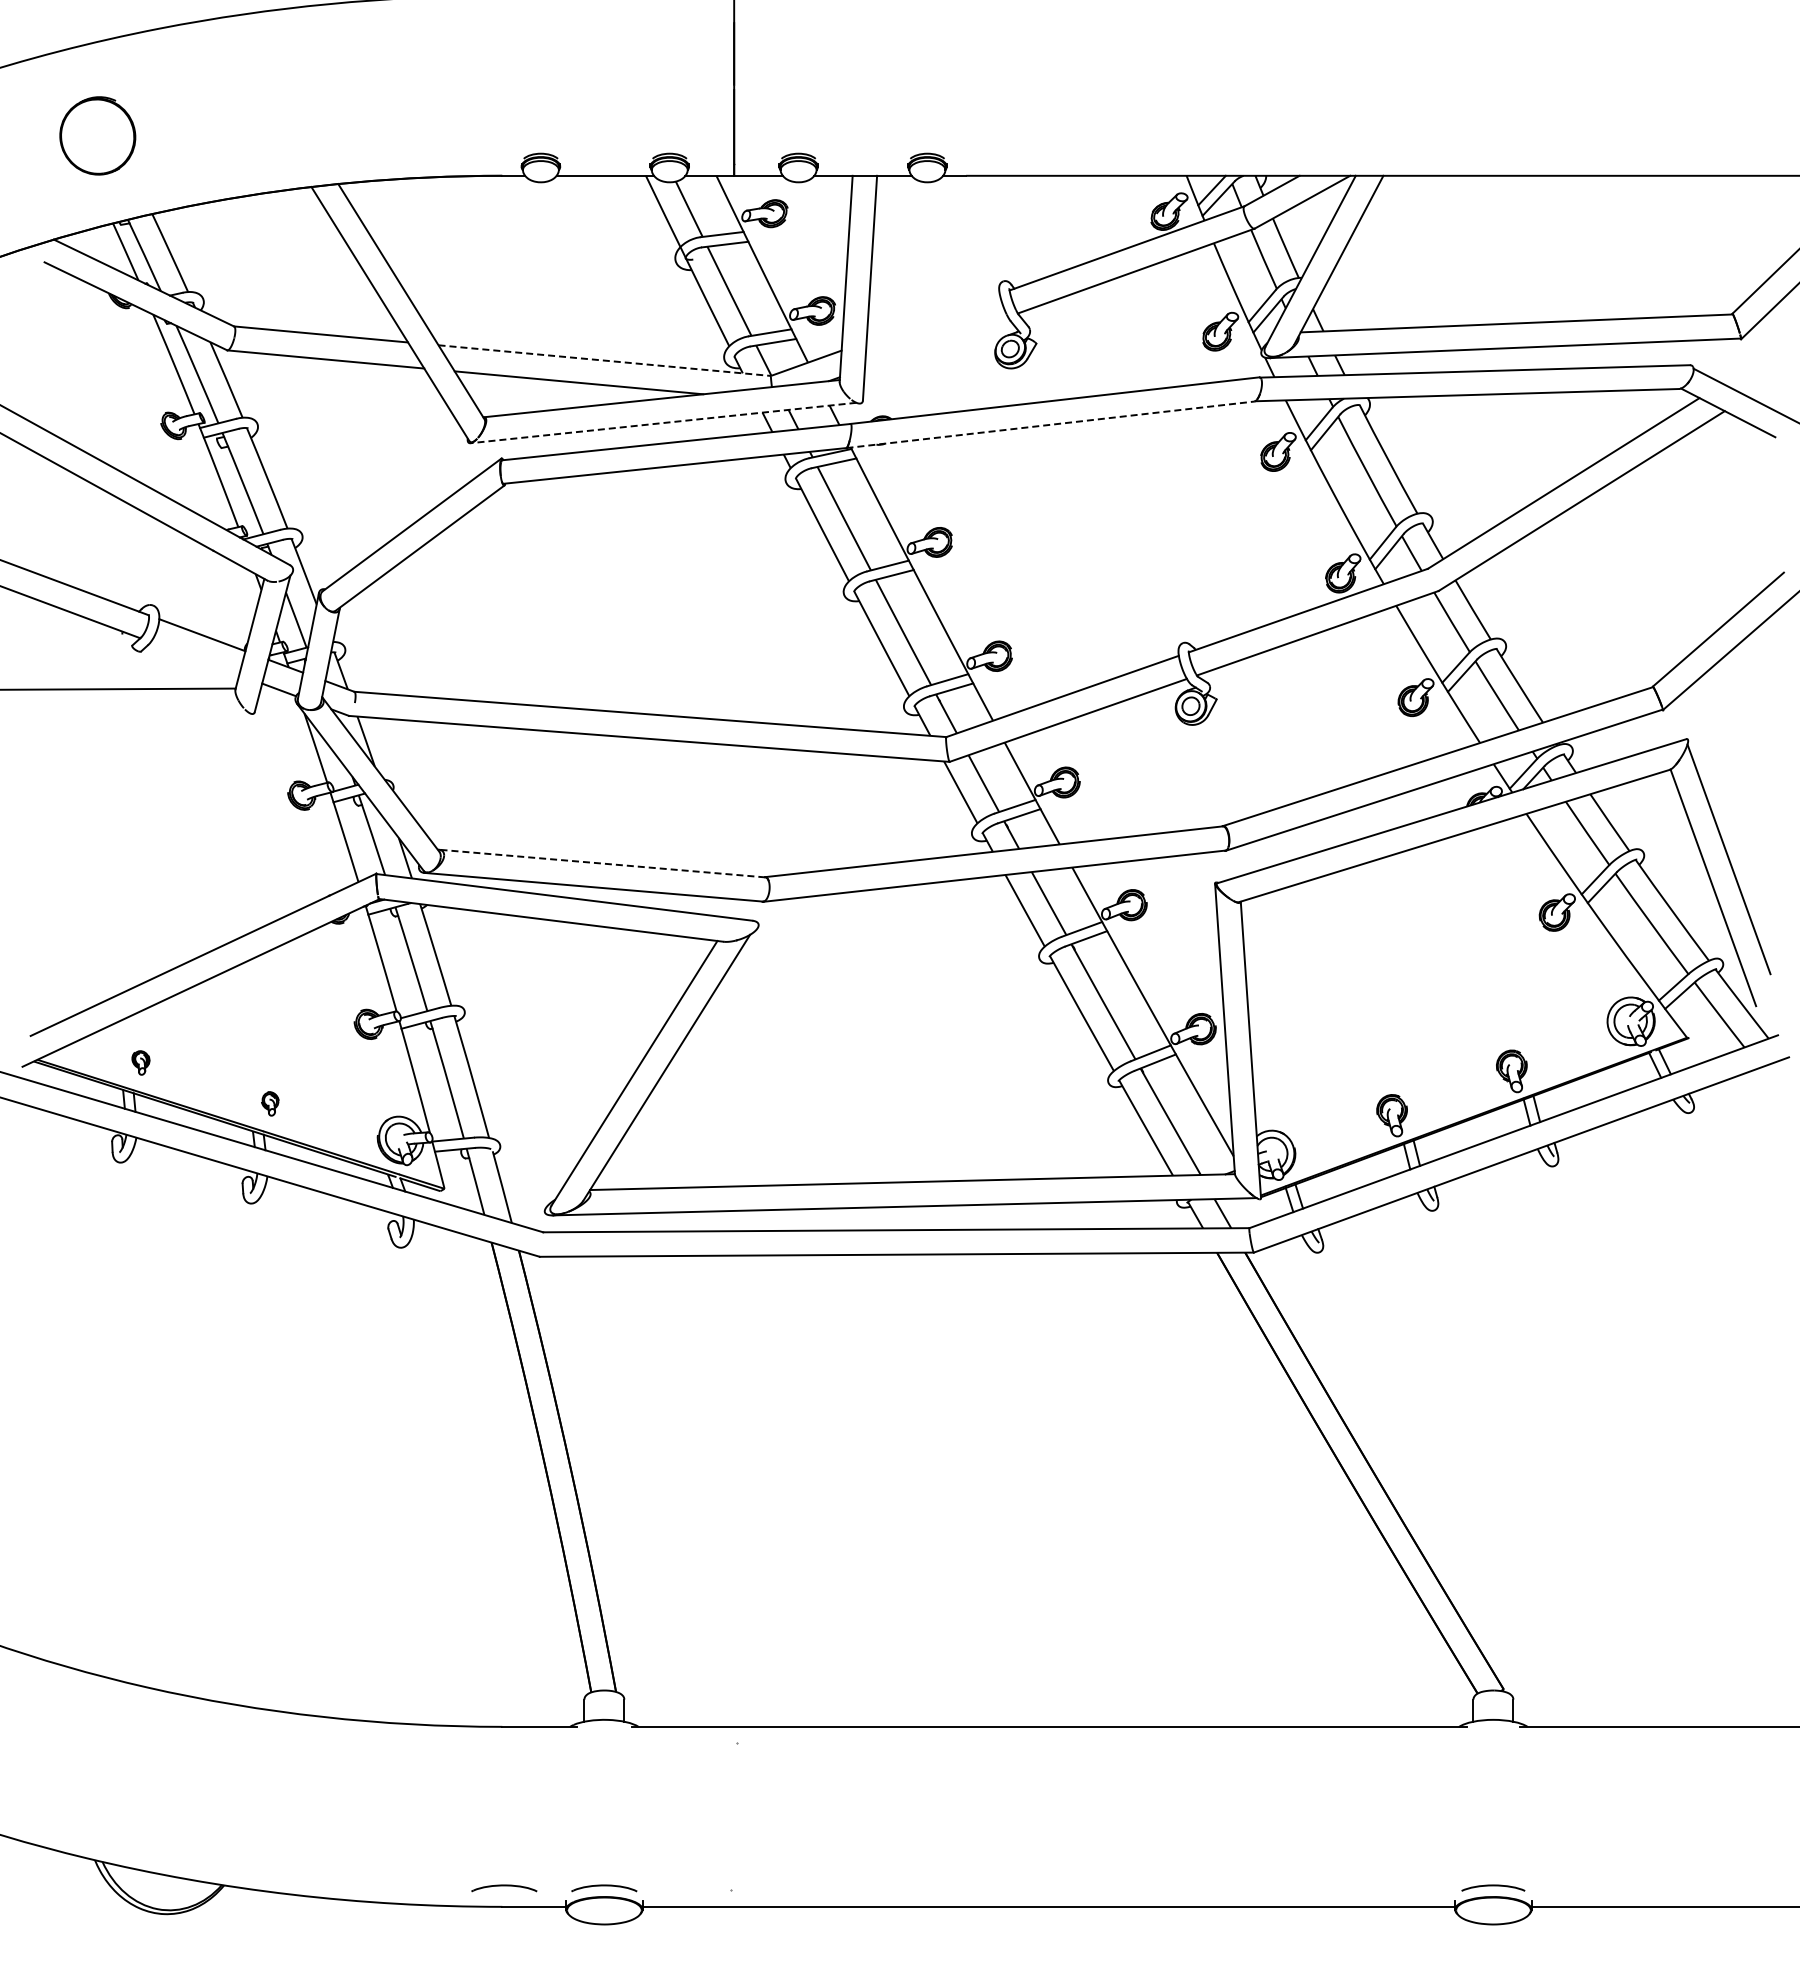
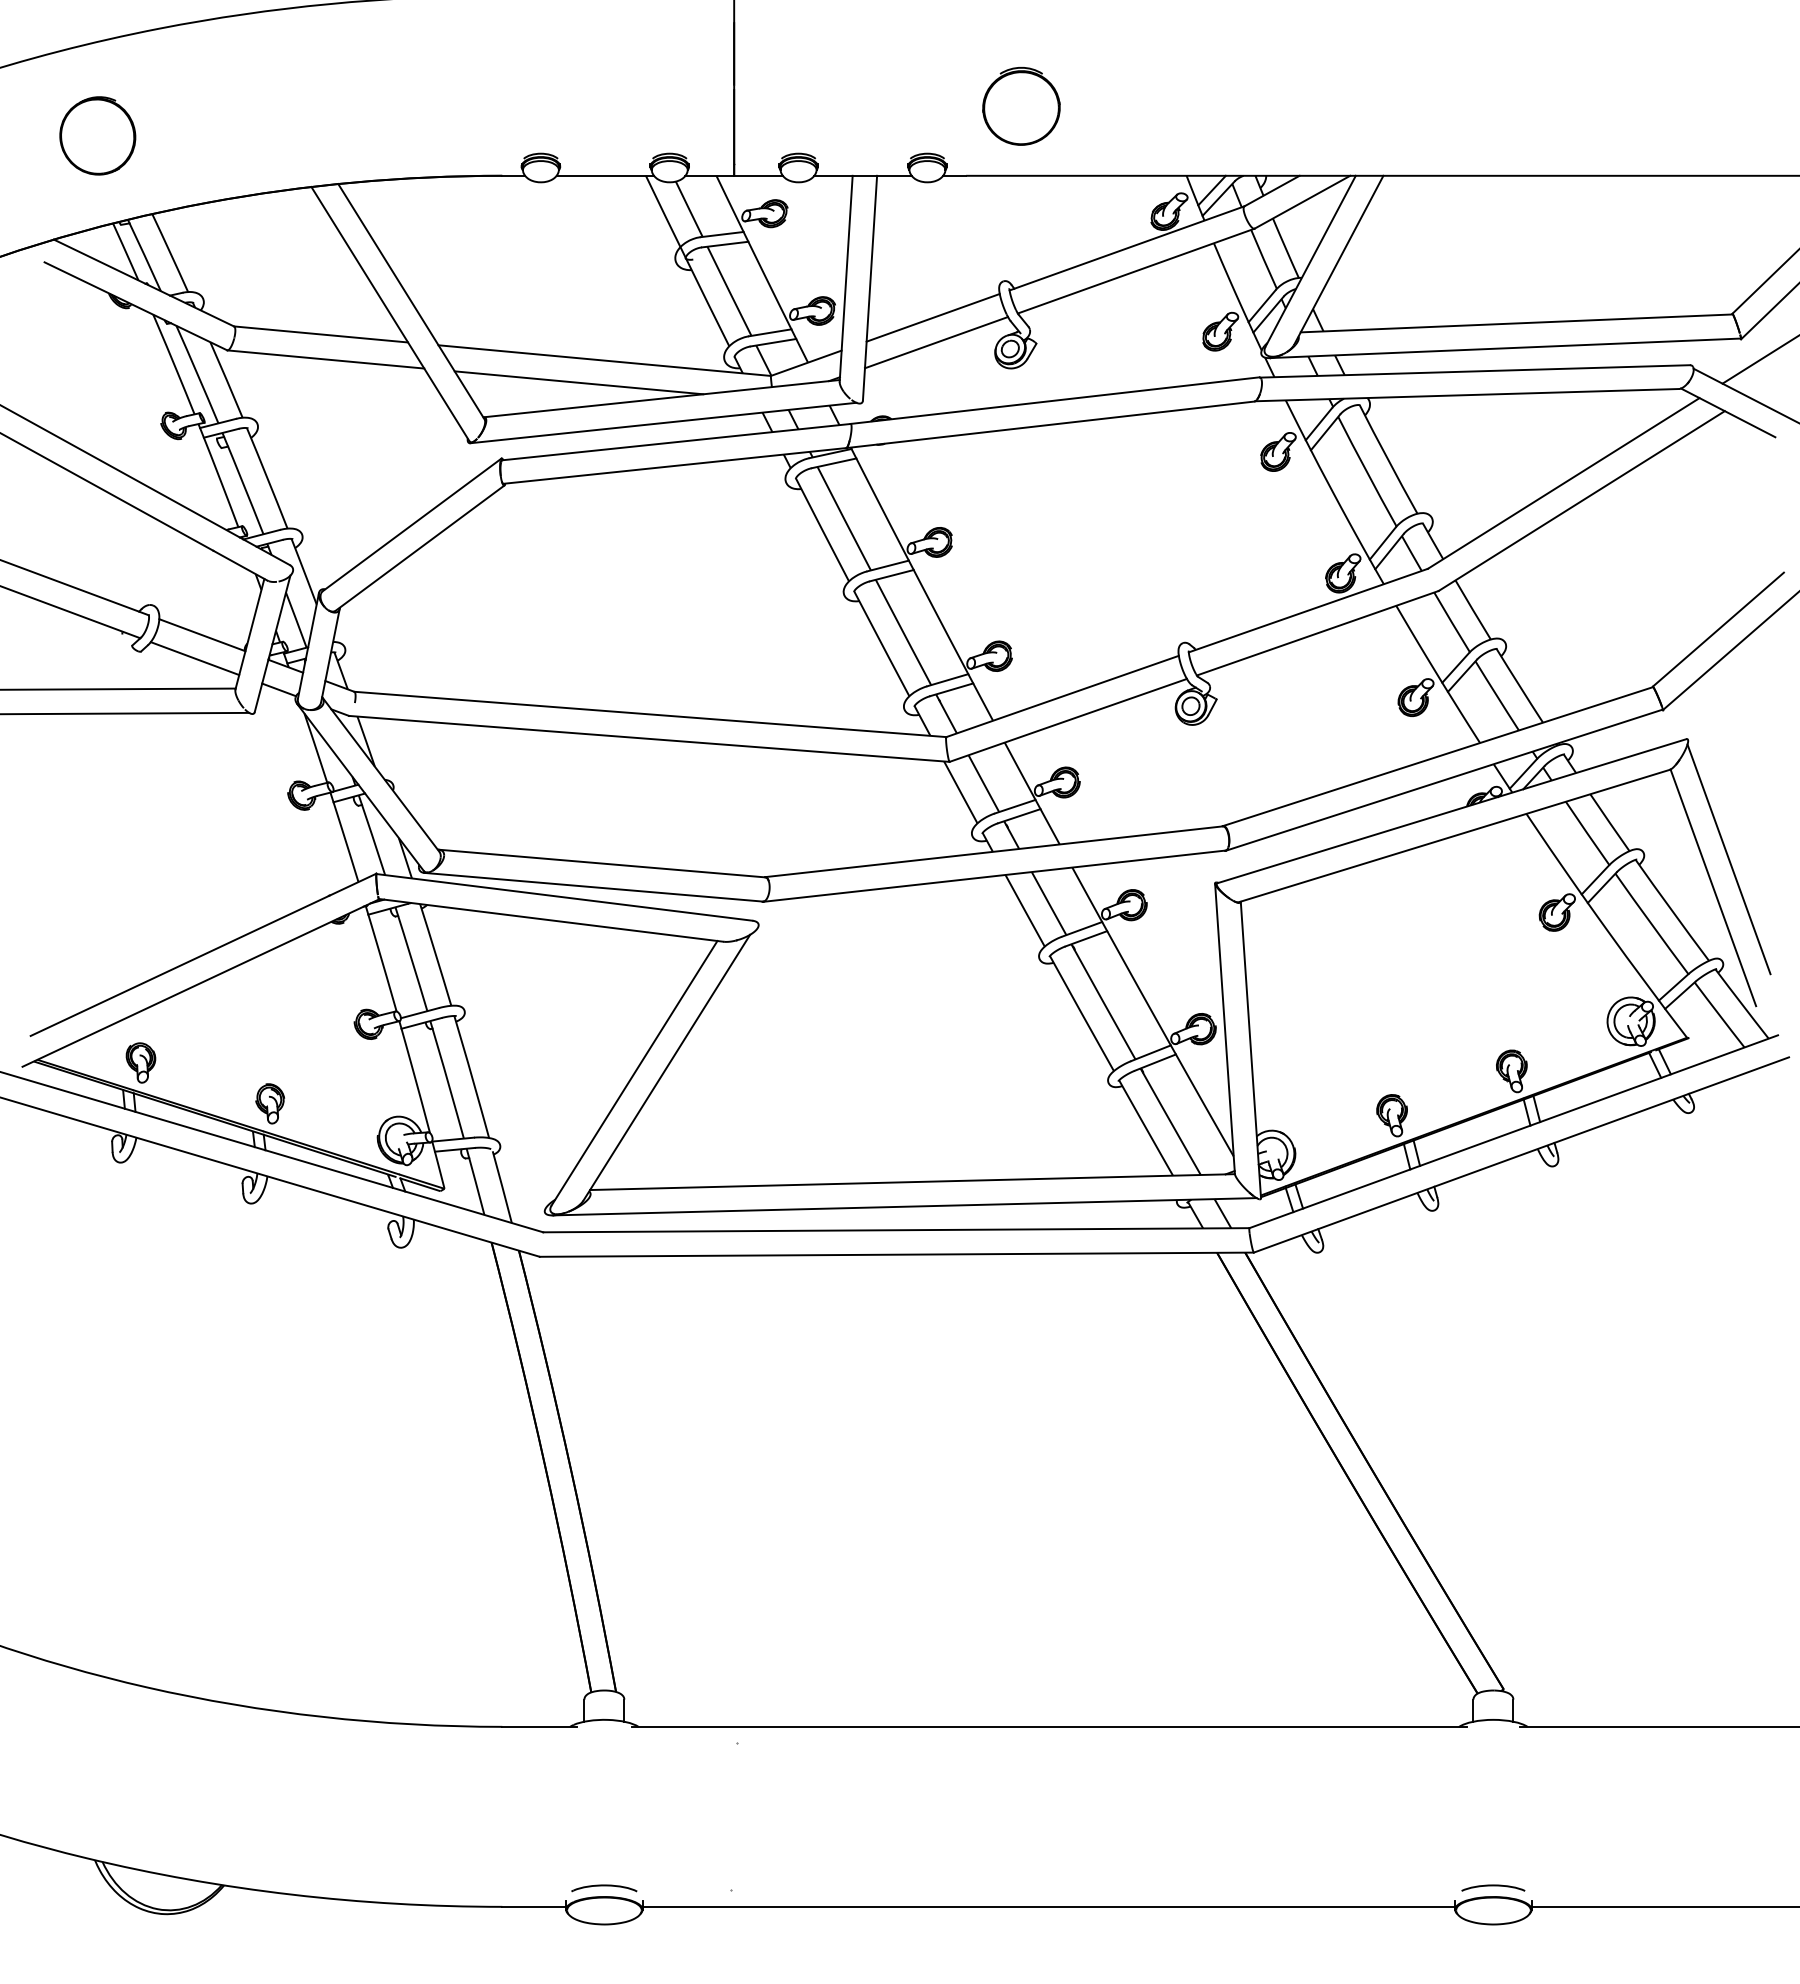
part at (1021, 106): none -> present
line at (932, 317): none -> present
line at (936, 342): none -> present
line at (604, 360): dashed -> solid
line at (1759, 360): none -> present
line at (662, 423): dashed -> solid
line at (1050, 424): dashed -> solid
line at (194, 658): none -> present
line at (125, 713): none -> present
line at (602, 863): dashed -> solid
part at (140, 1062) size: 20x26 px -> 32x42 px
part at (270, 1103) size: 19x26 px -> 31x42 px
part at (504, 1888): present -> none
